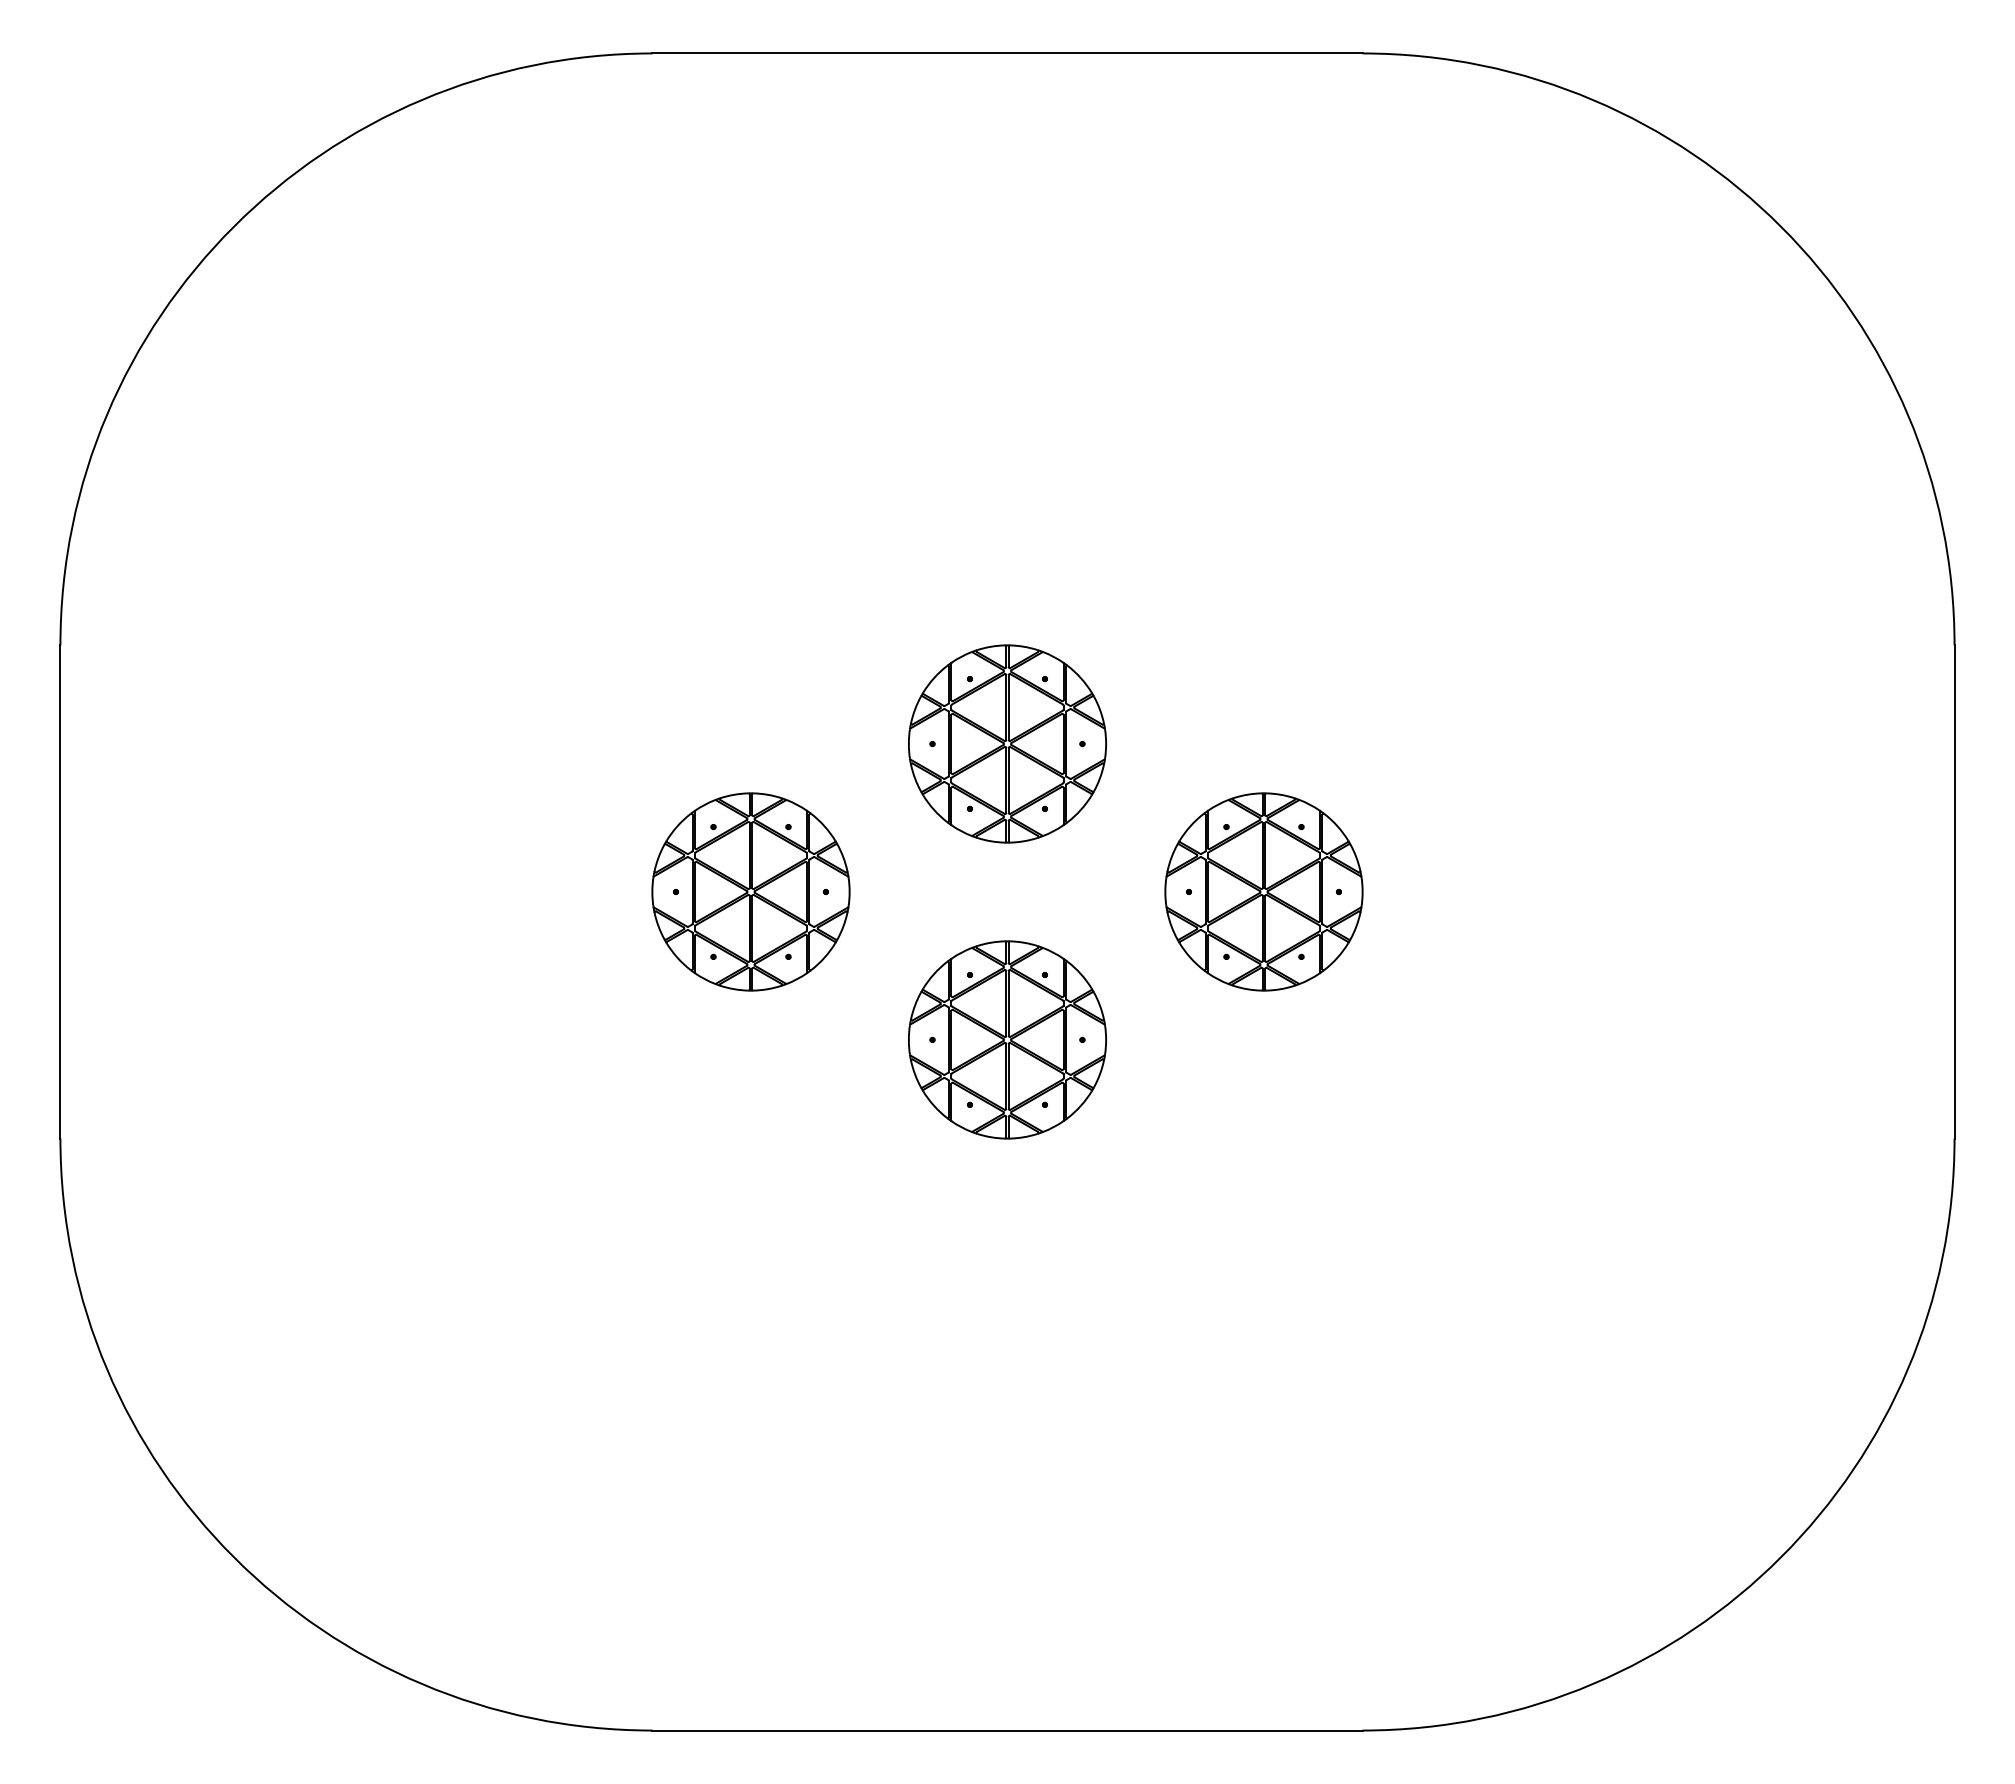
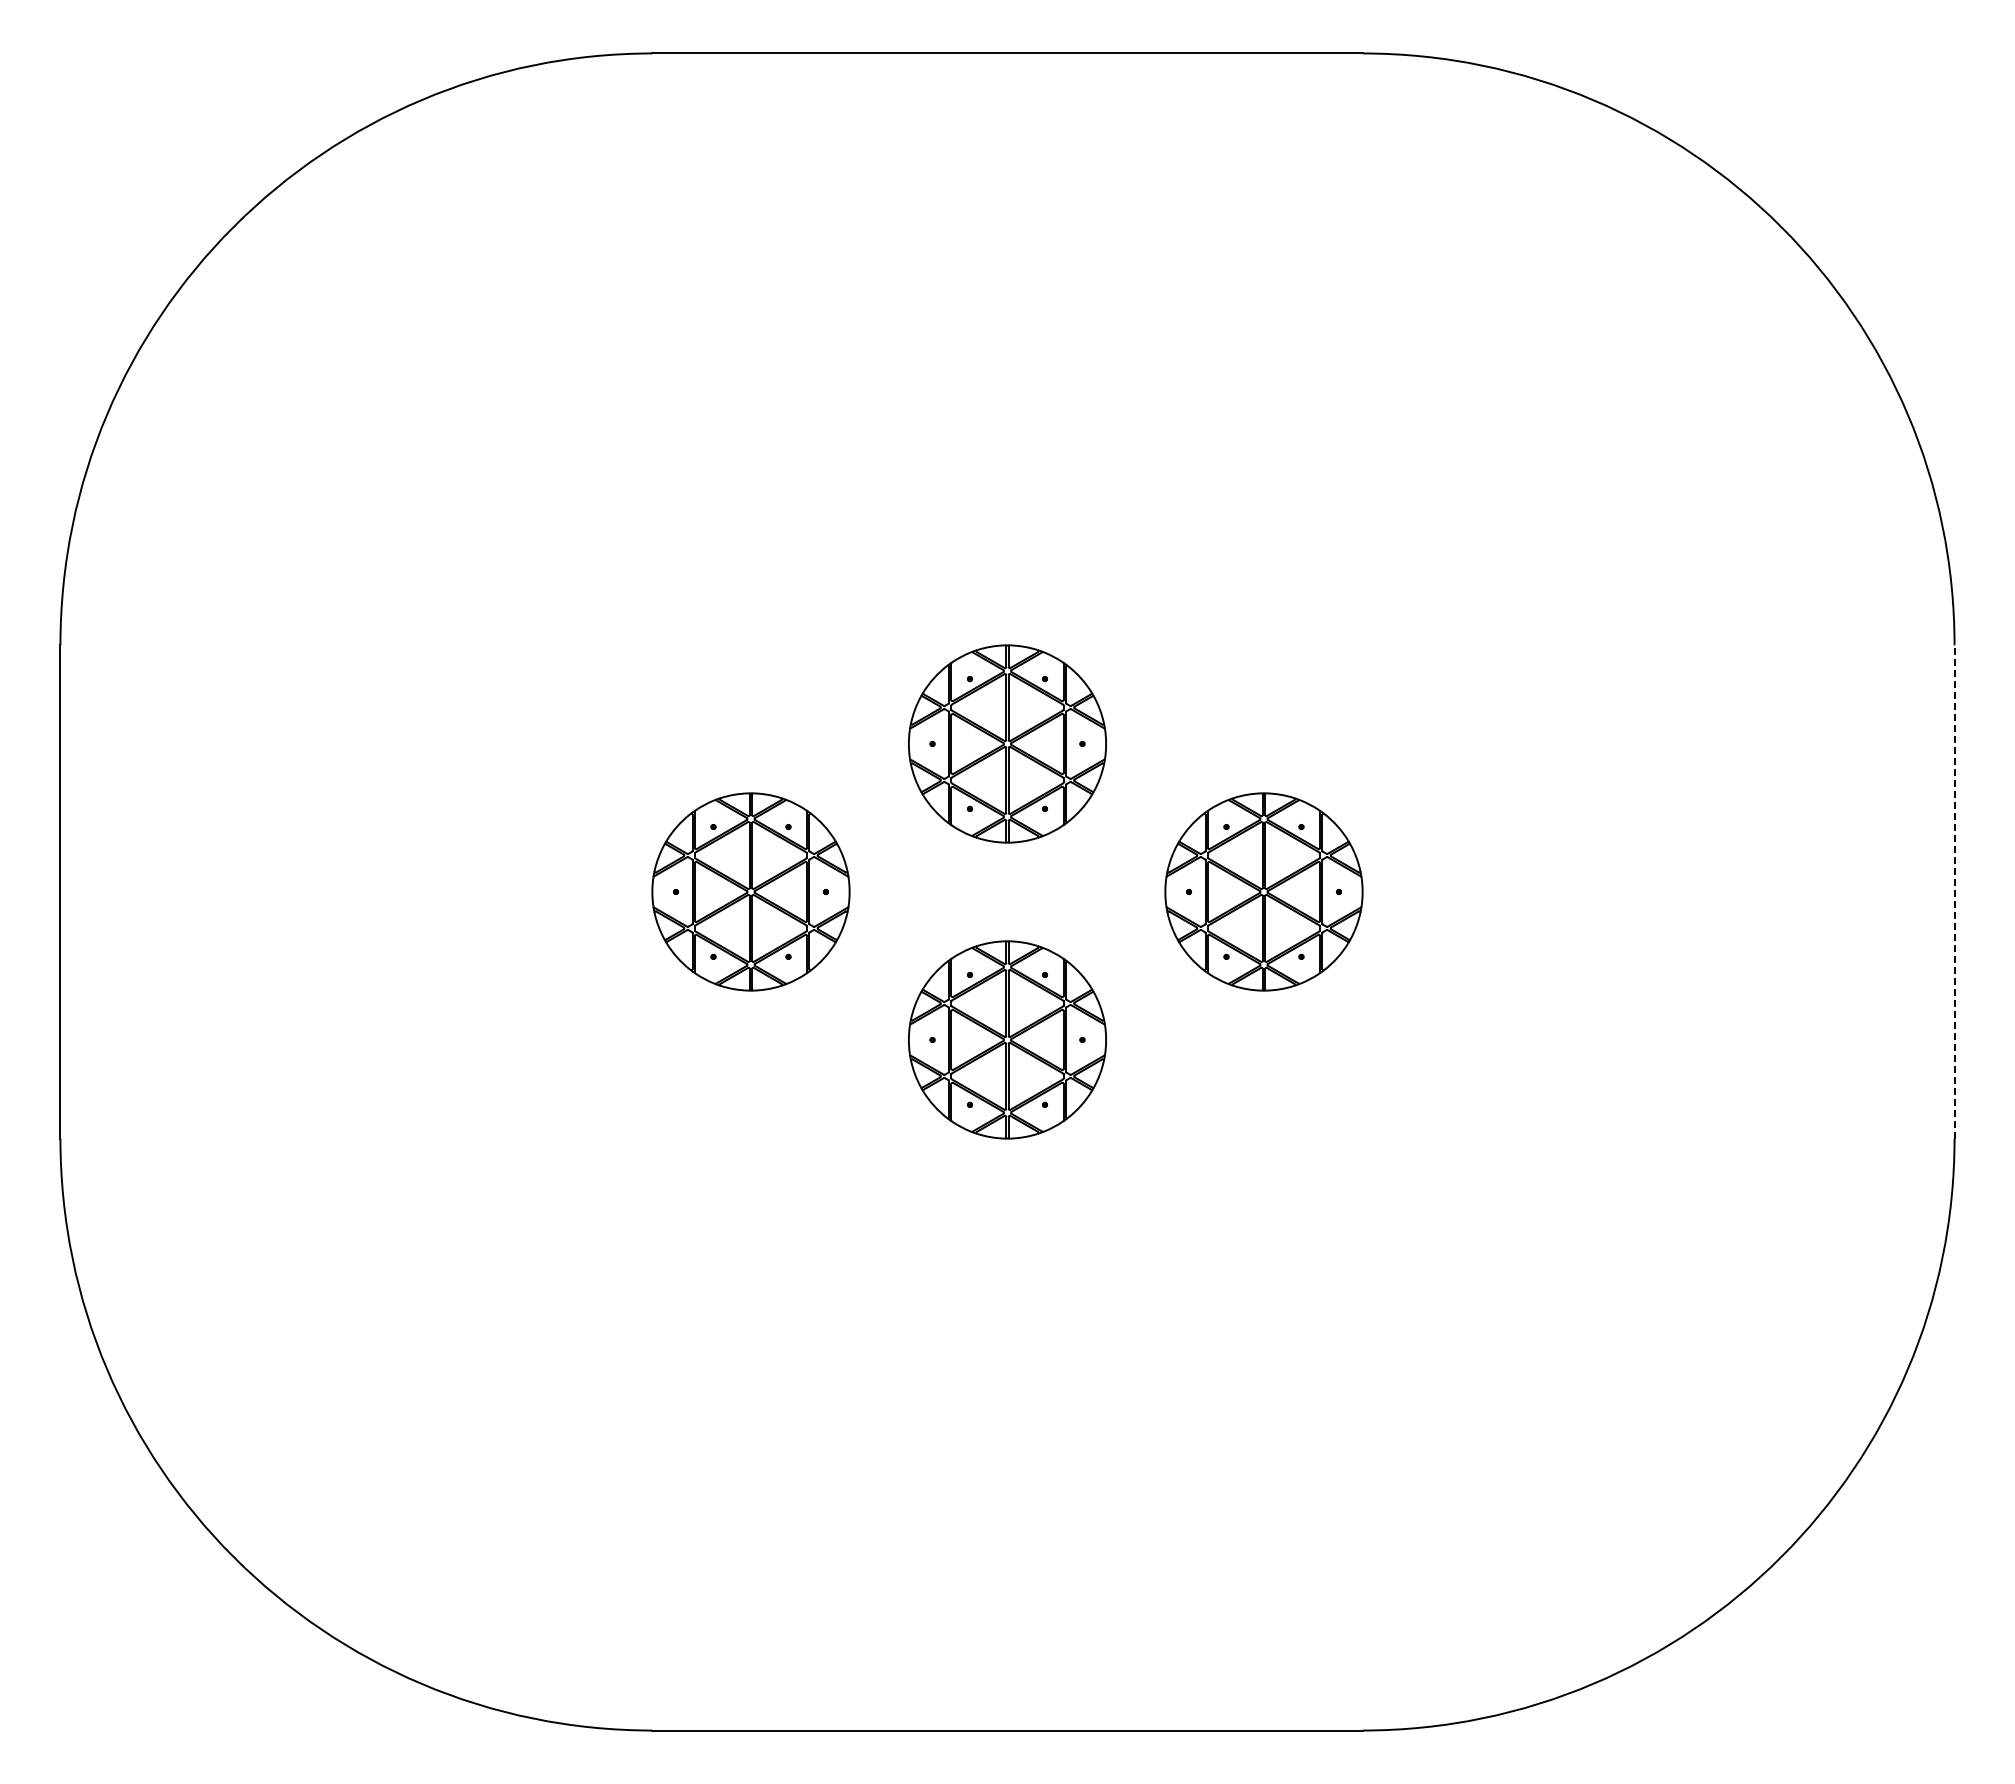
line at (1954, 892): solid -> dashed
